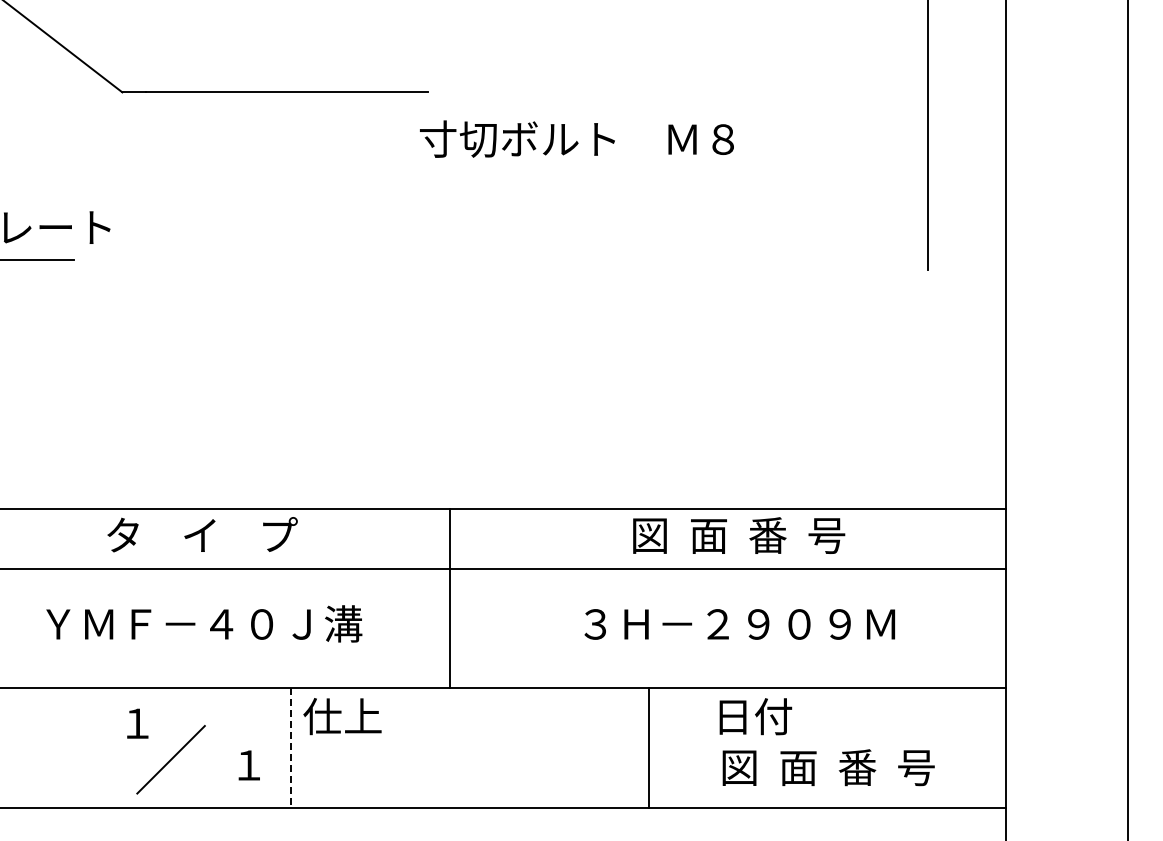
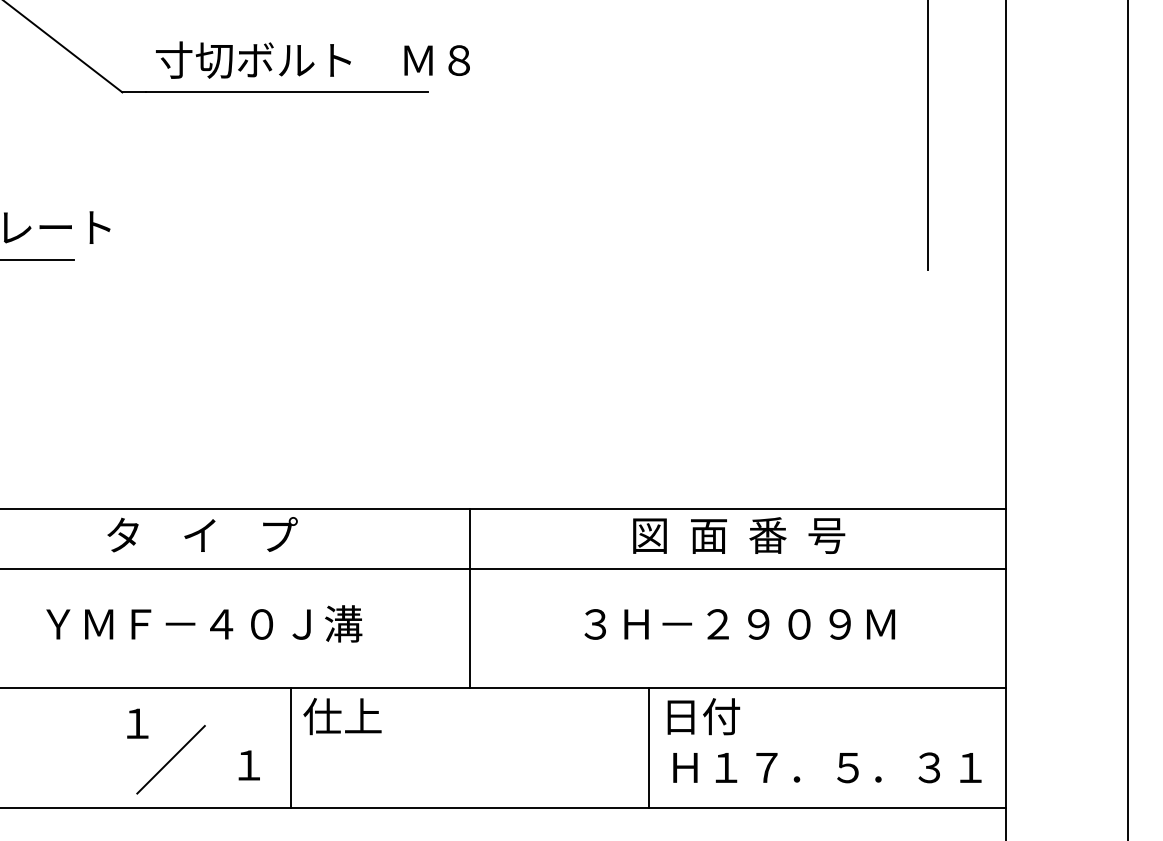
text at (576, 138) position: (576, 138) -> (312, 59)
line at (449, 598) position: (449, 598) -> (469, 598)
text at (755, 716) position: (755, 716) -> (703, 716)
line at (290, 747): dashed -> solid
text at (827, 767): 図  面  番  号 -> Ｈ１７．５．３１
